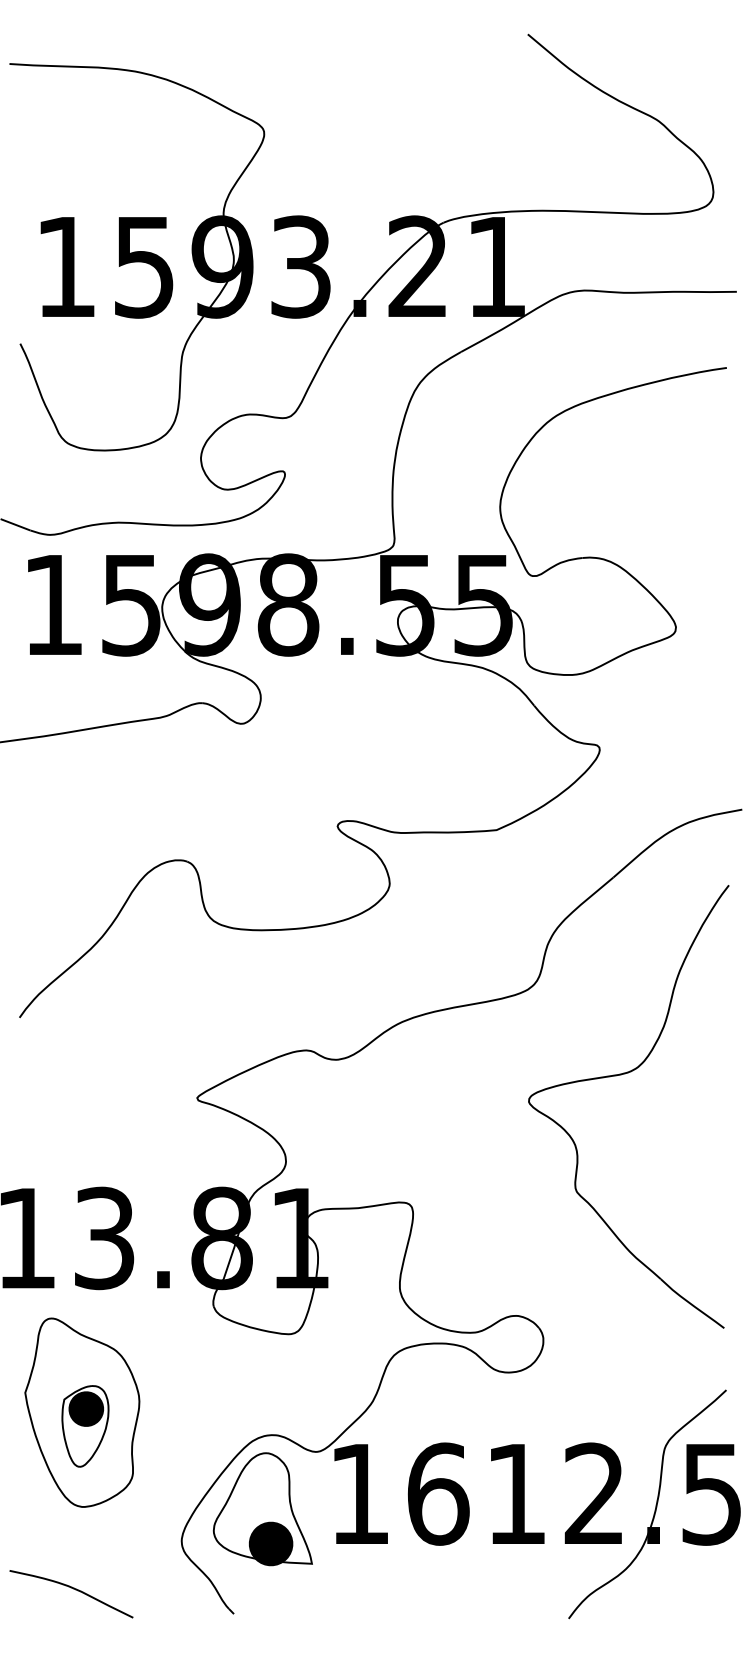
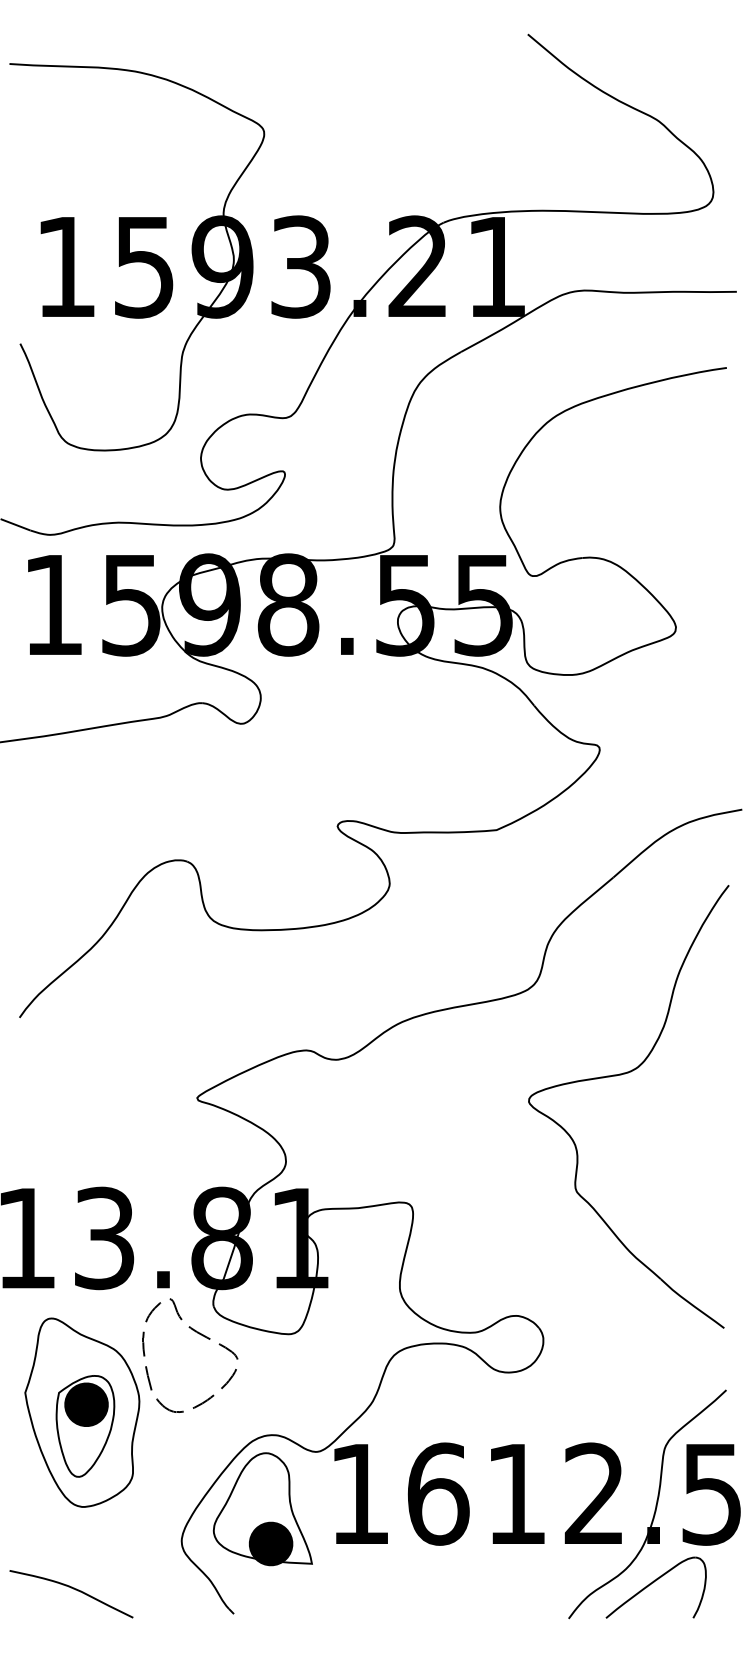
part at (202, 1336): none -> present
part at (85, 1426) size: 49x83 px -> 61x103 px
part at (655, 1587): none -> present
